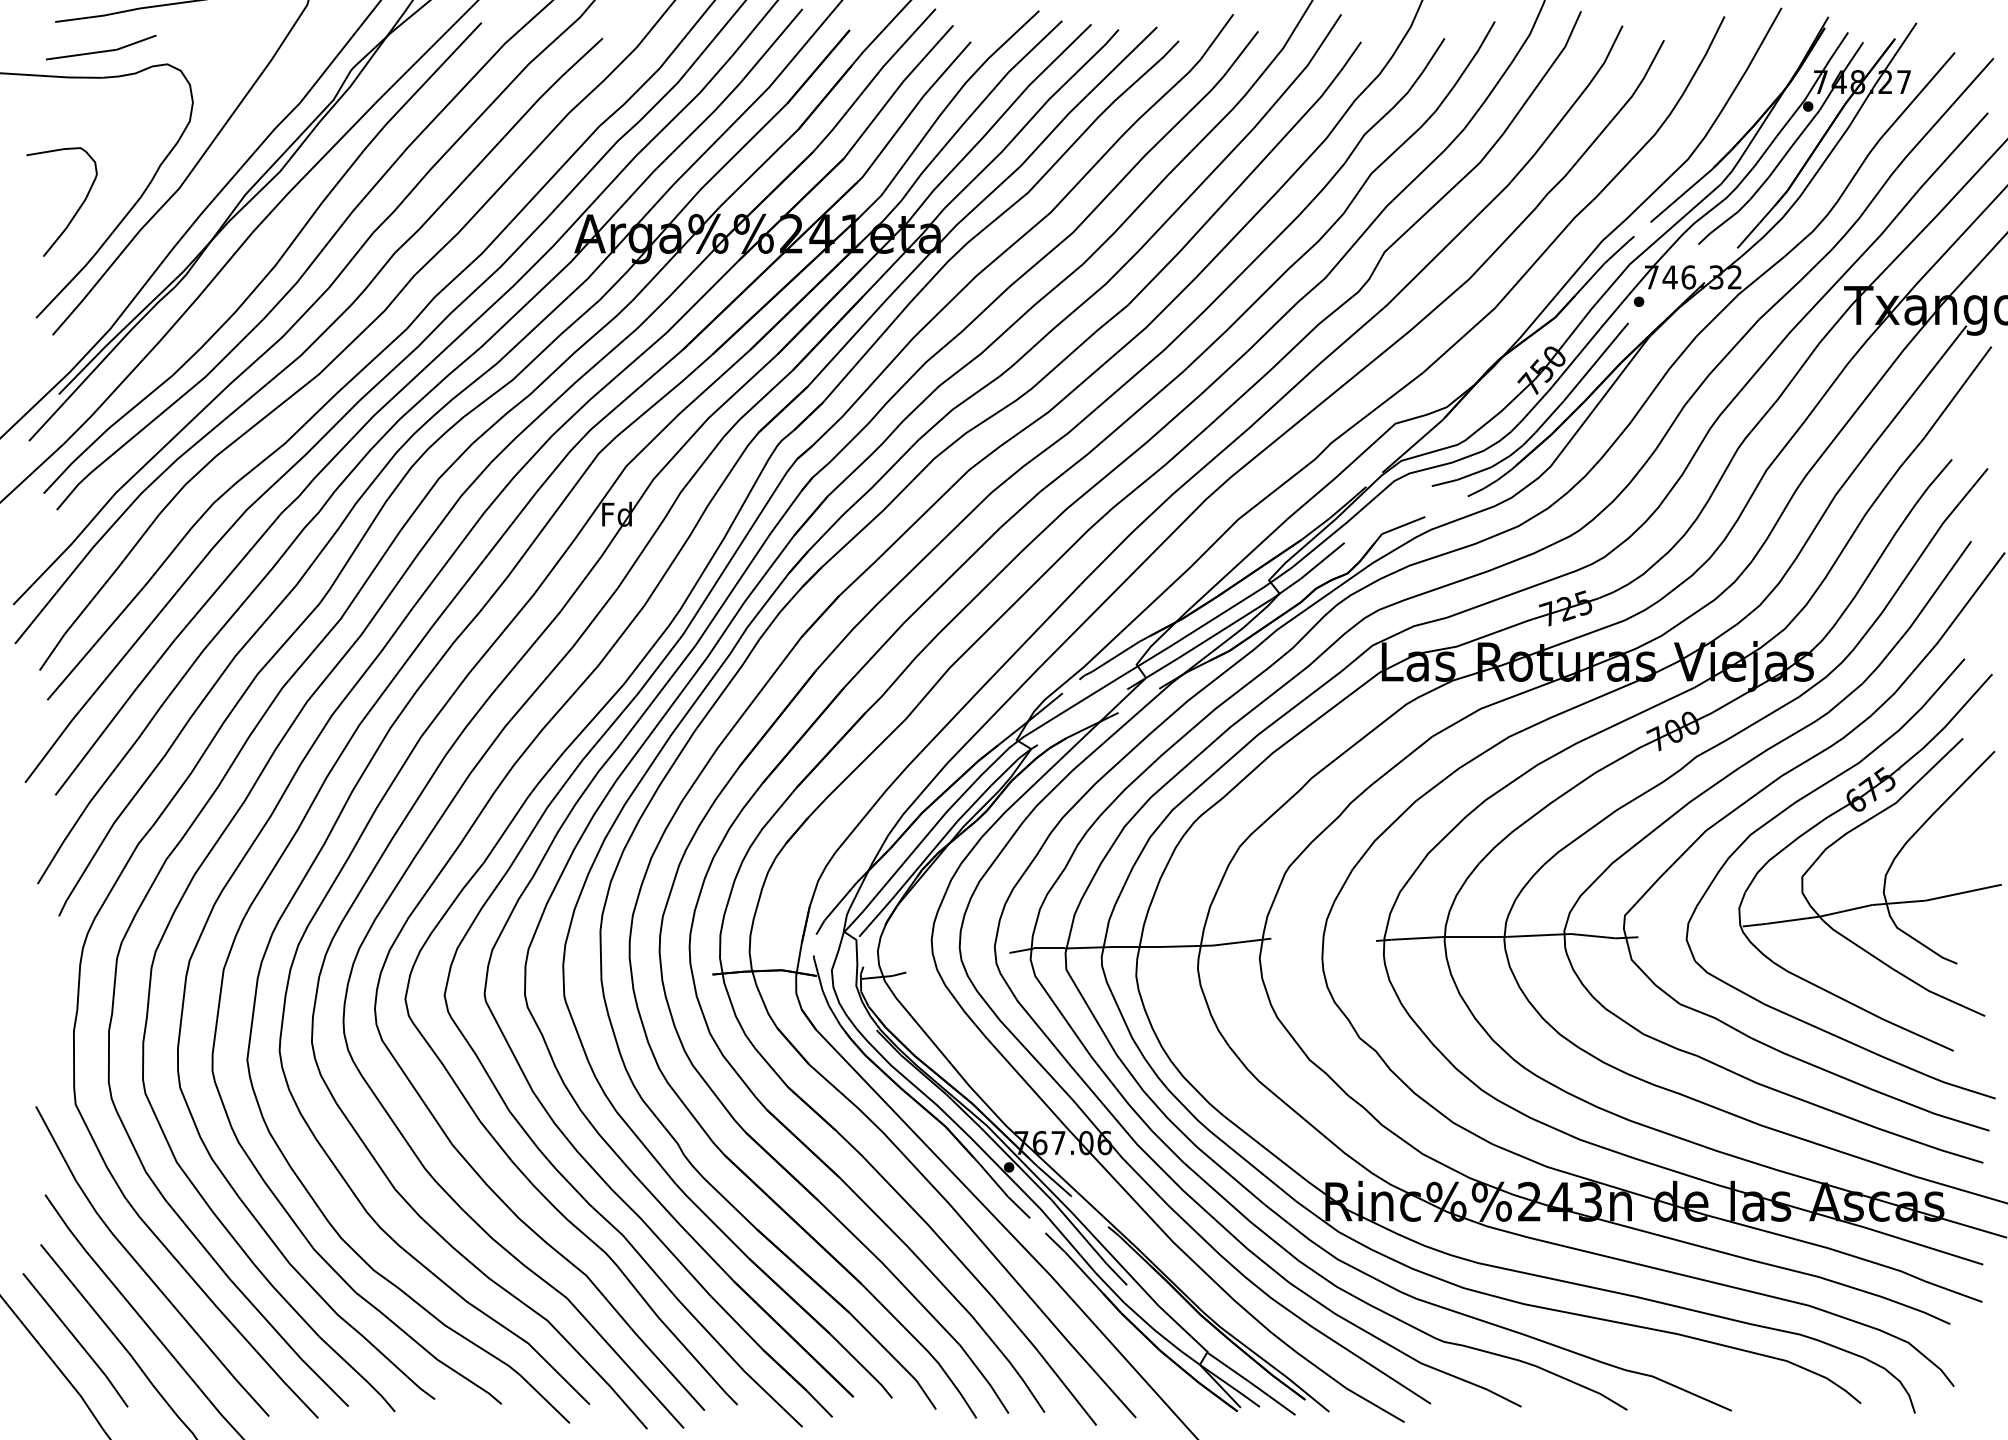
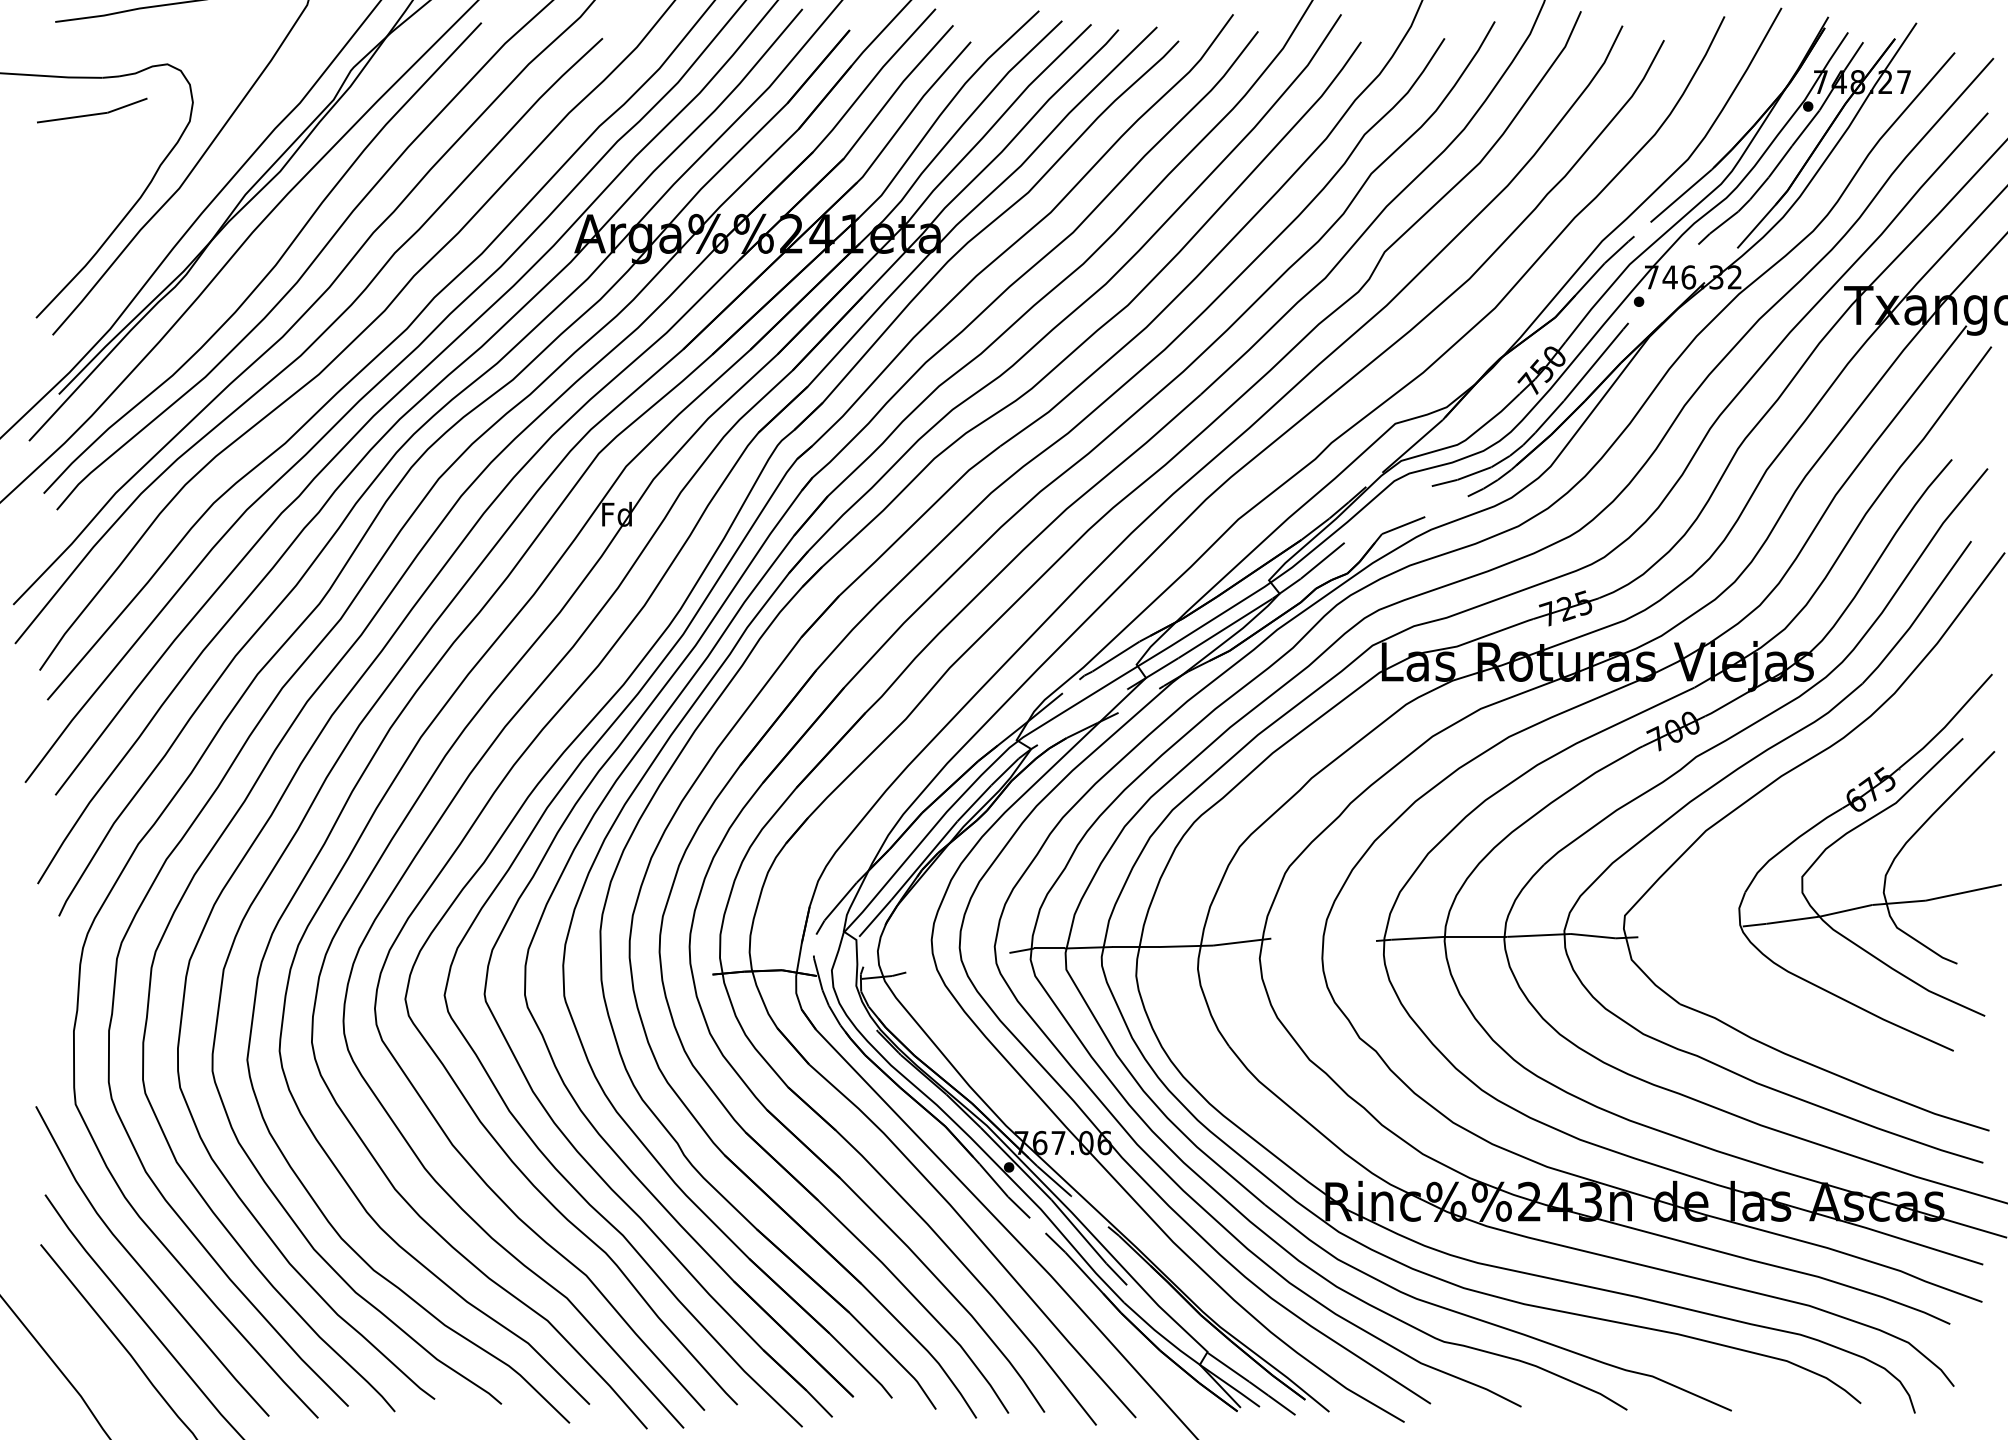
line at (102, 50) position: (102, 50) -> (93, 113)
curve at (75, 212): present -> none
part at (1793, 805): present -> none
line at (75, 1339): present -> none
